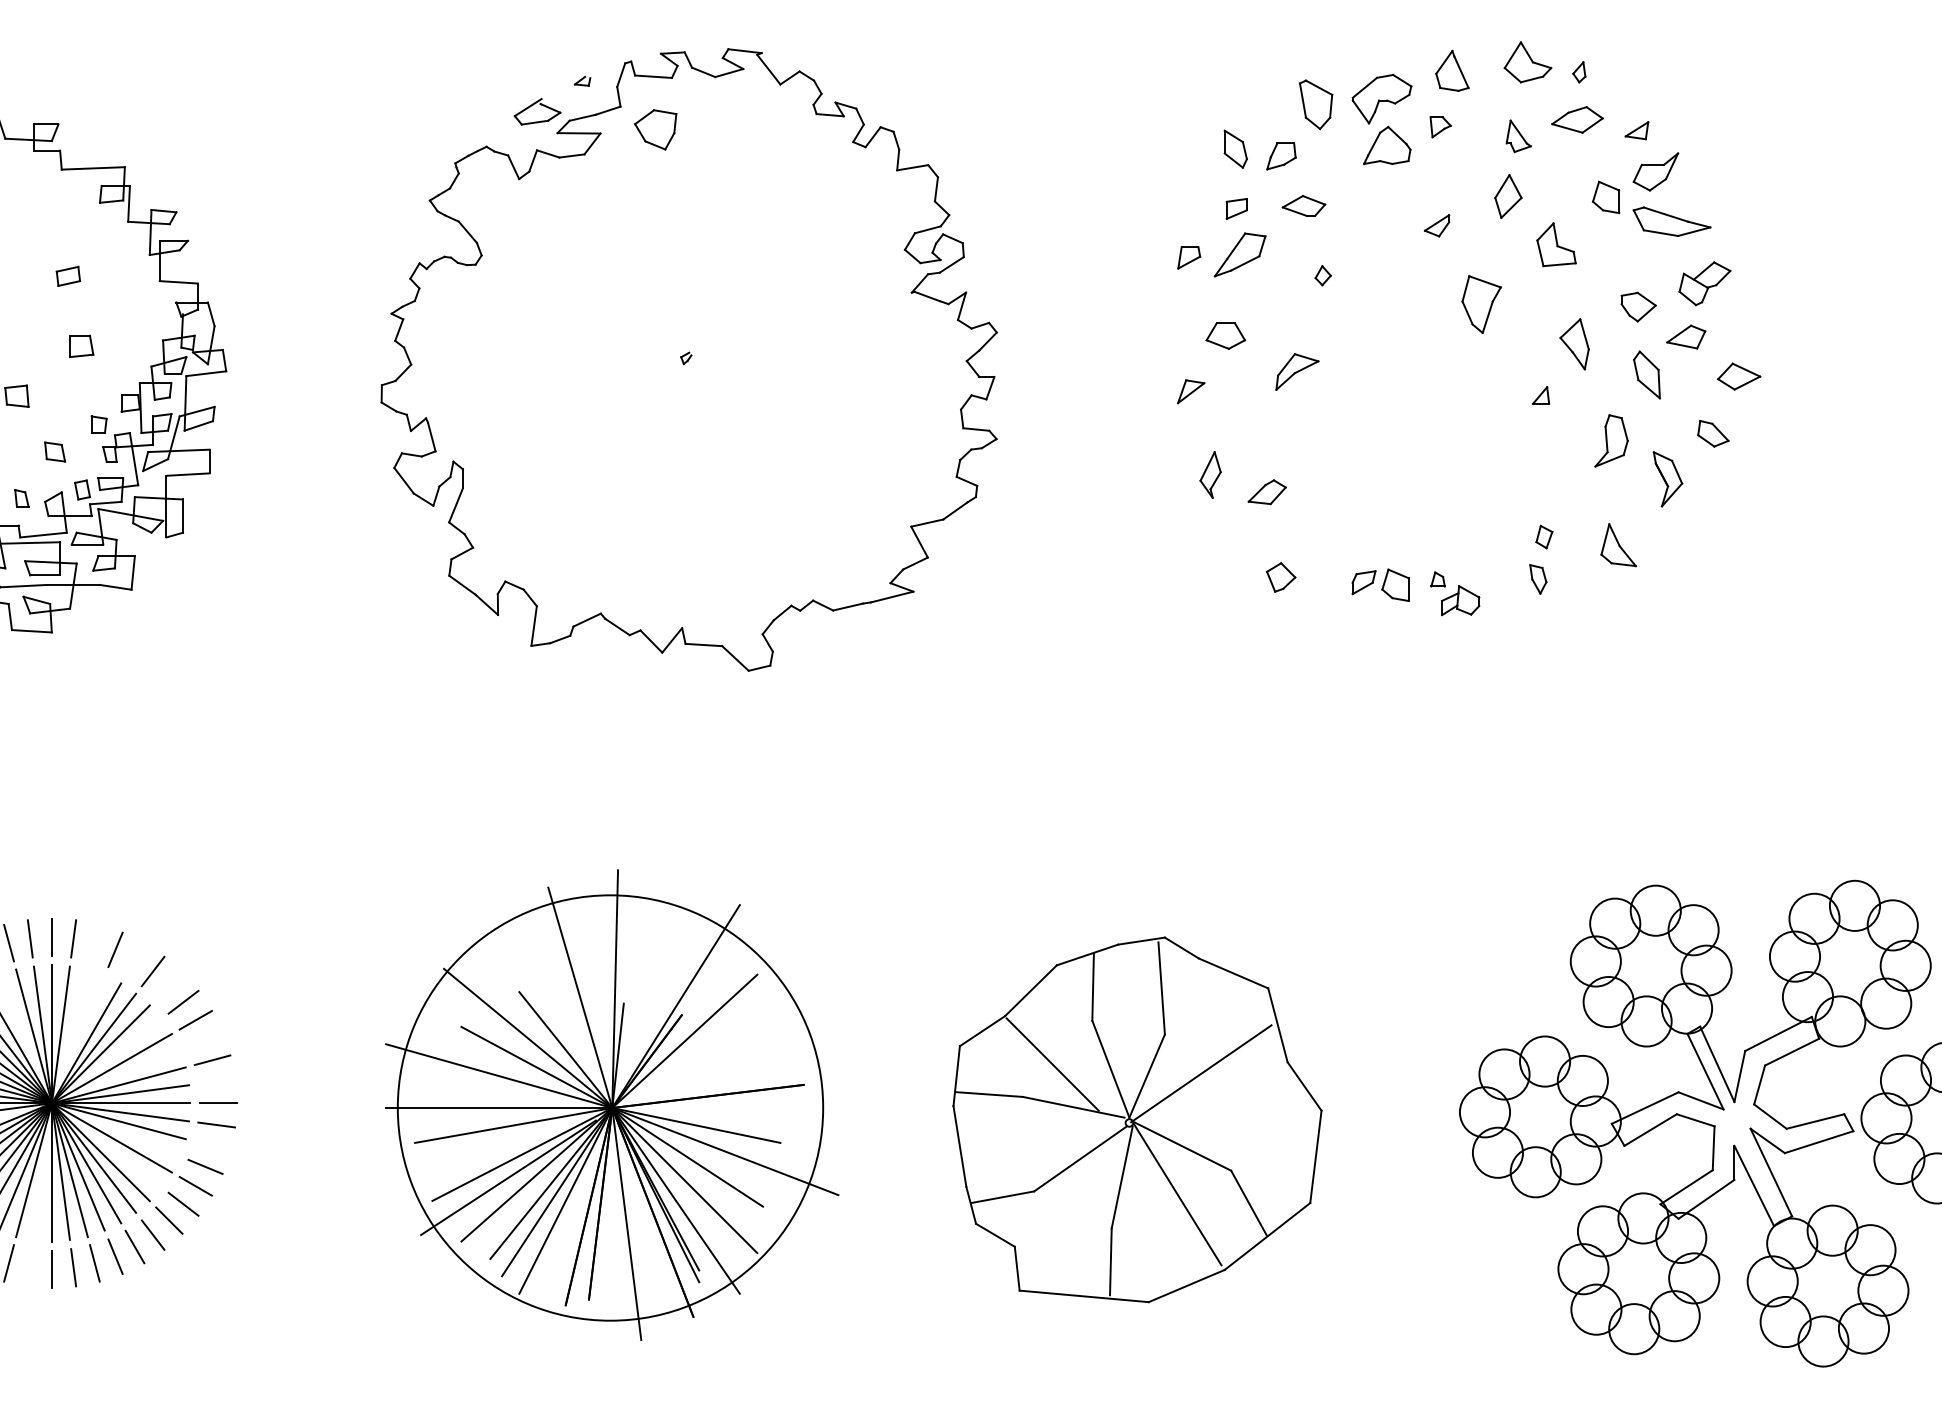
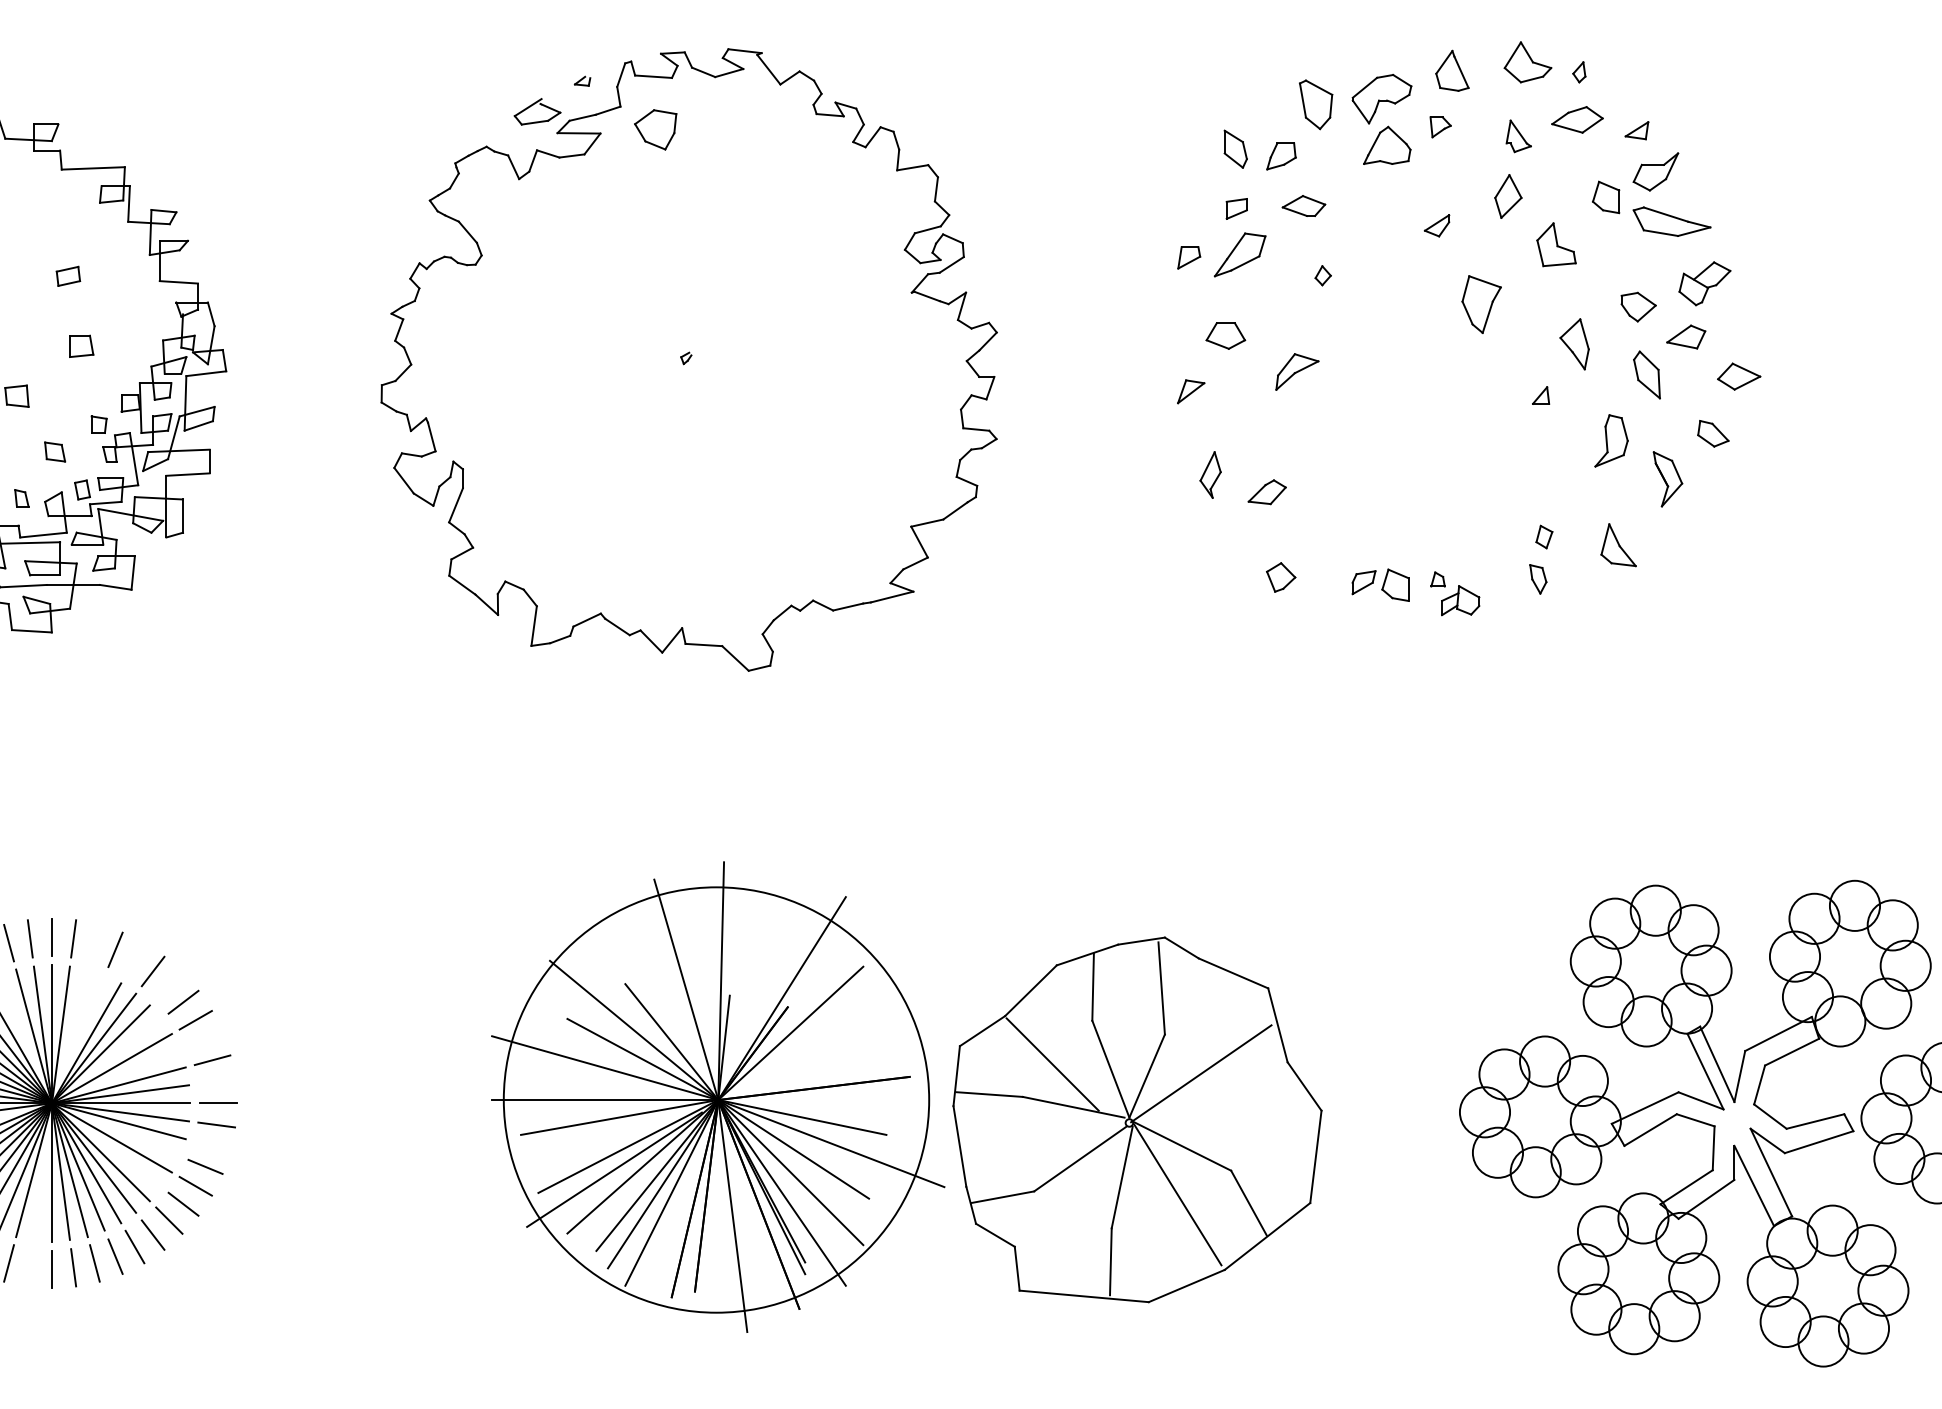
part at (612, 1104) position: (612, 1104) -> (718, 1096)
